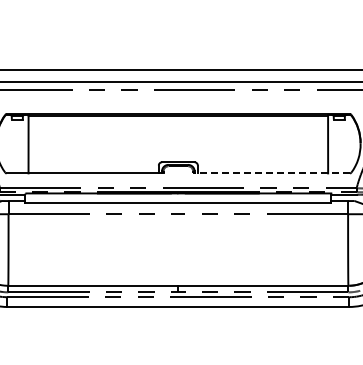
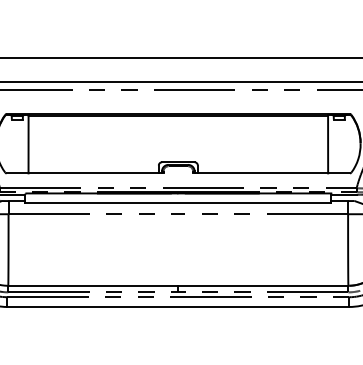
line at (180, 70) position: (180, 70) -> (180, 58)
line at (271, 173): dashed -> solid
